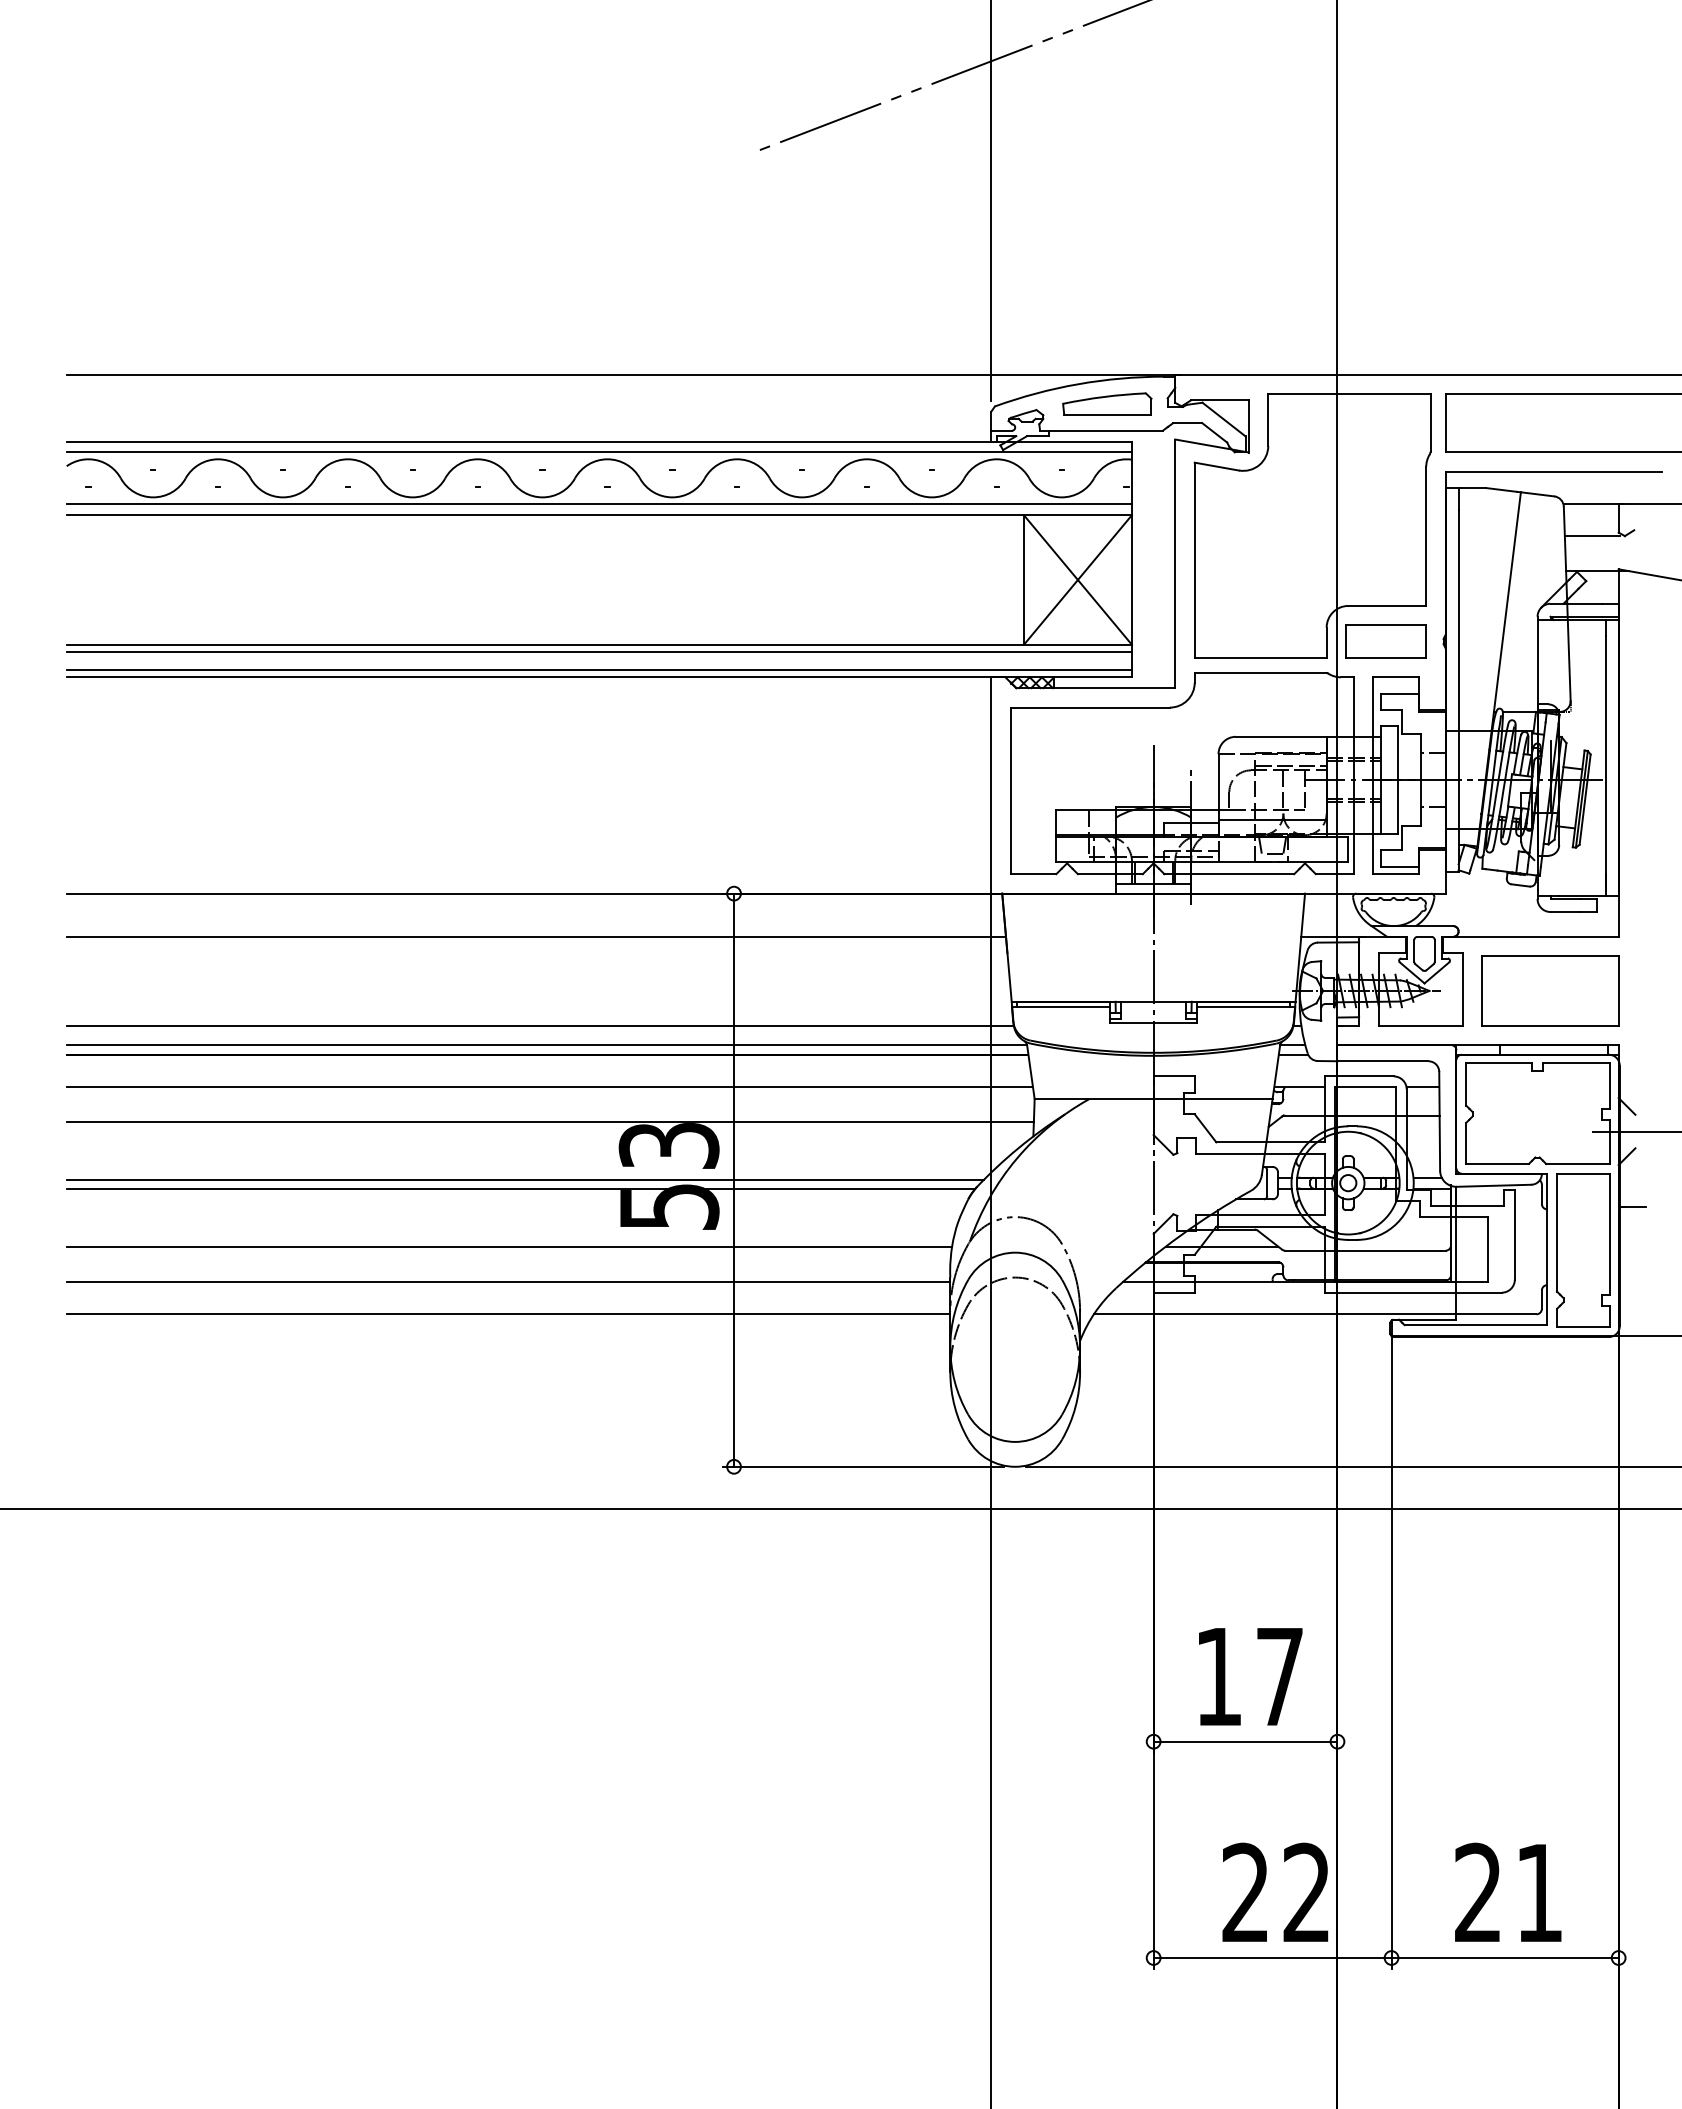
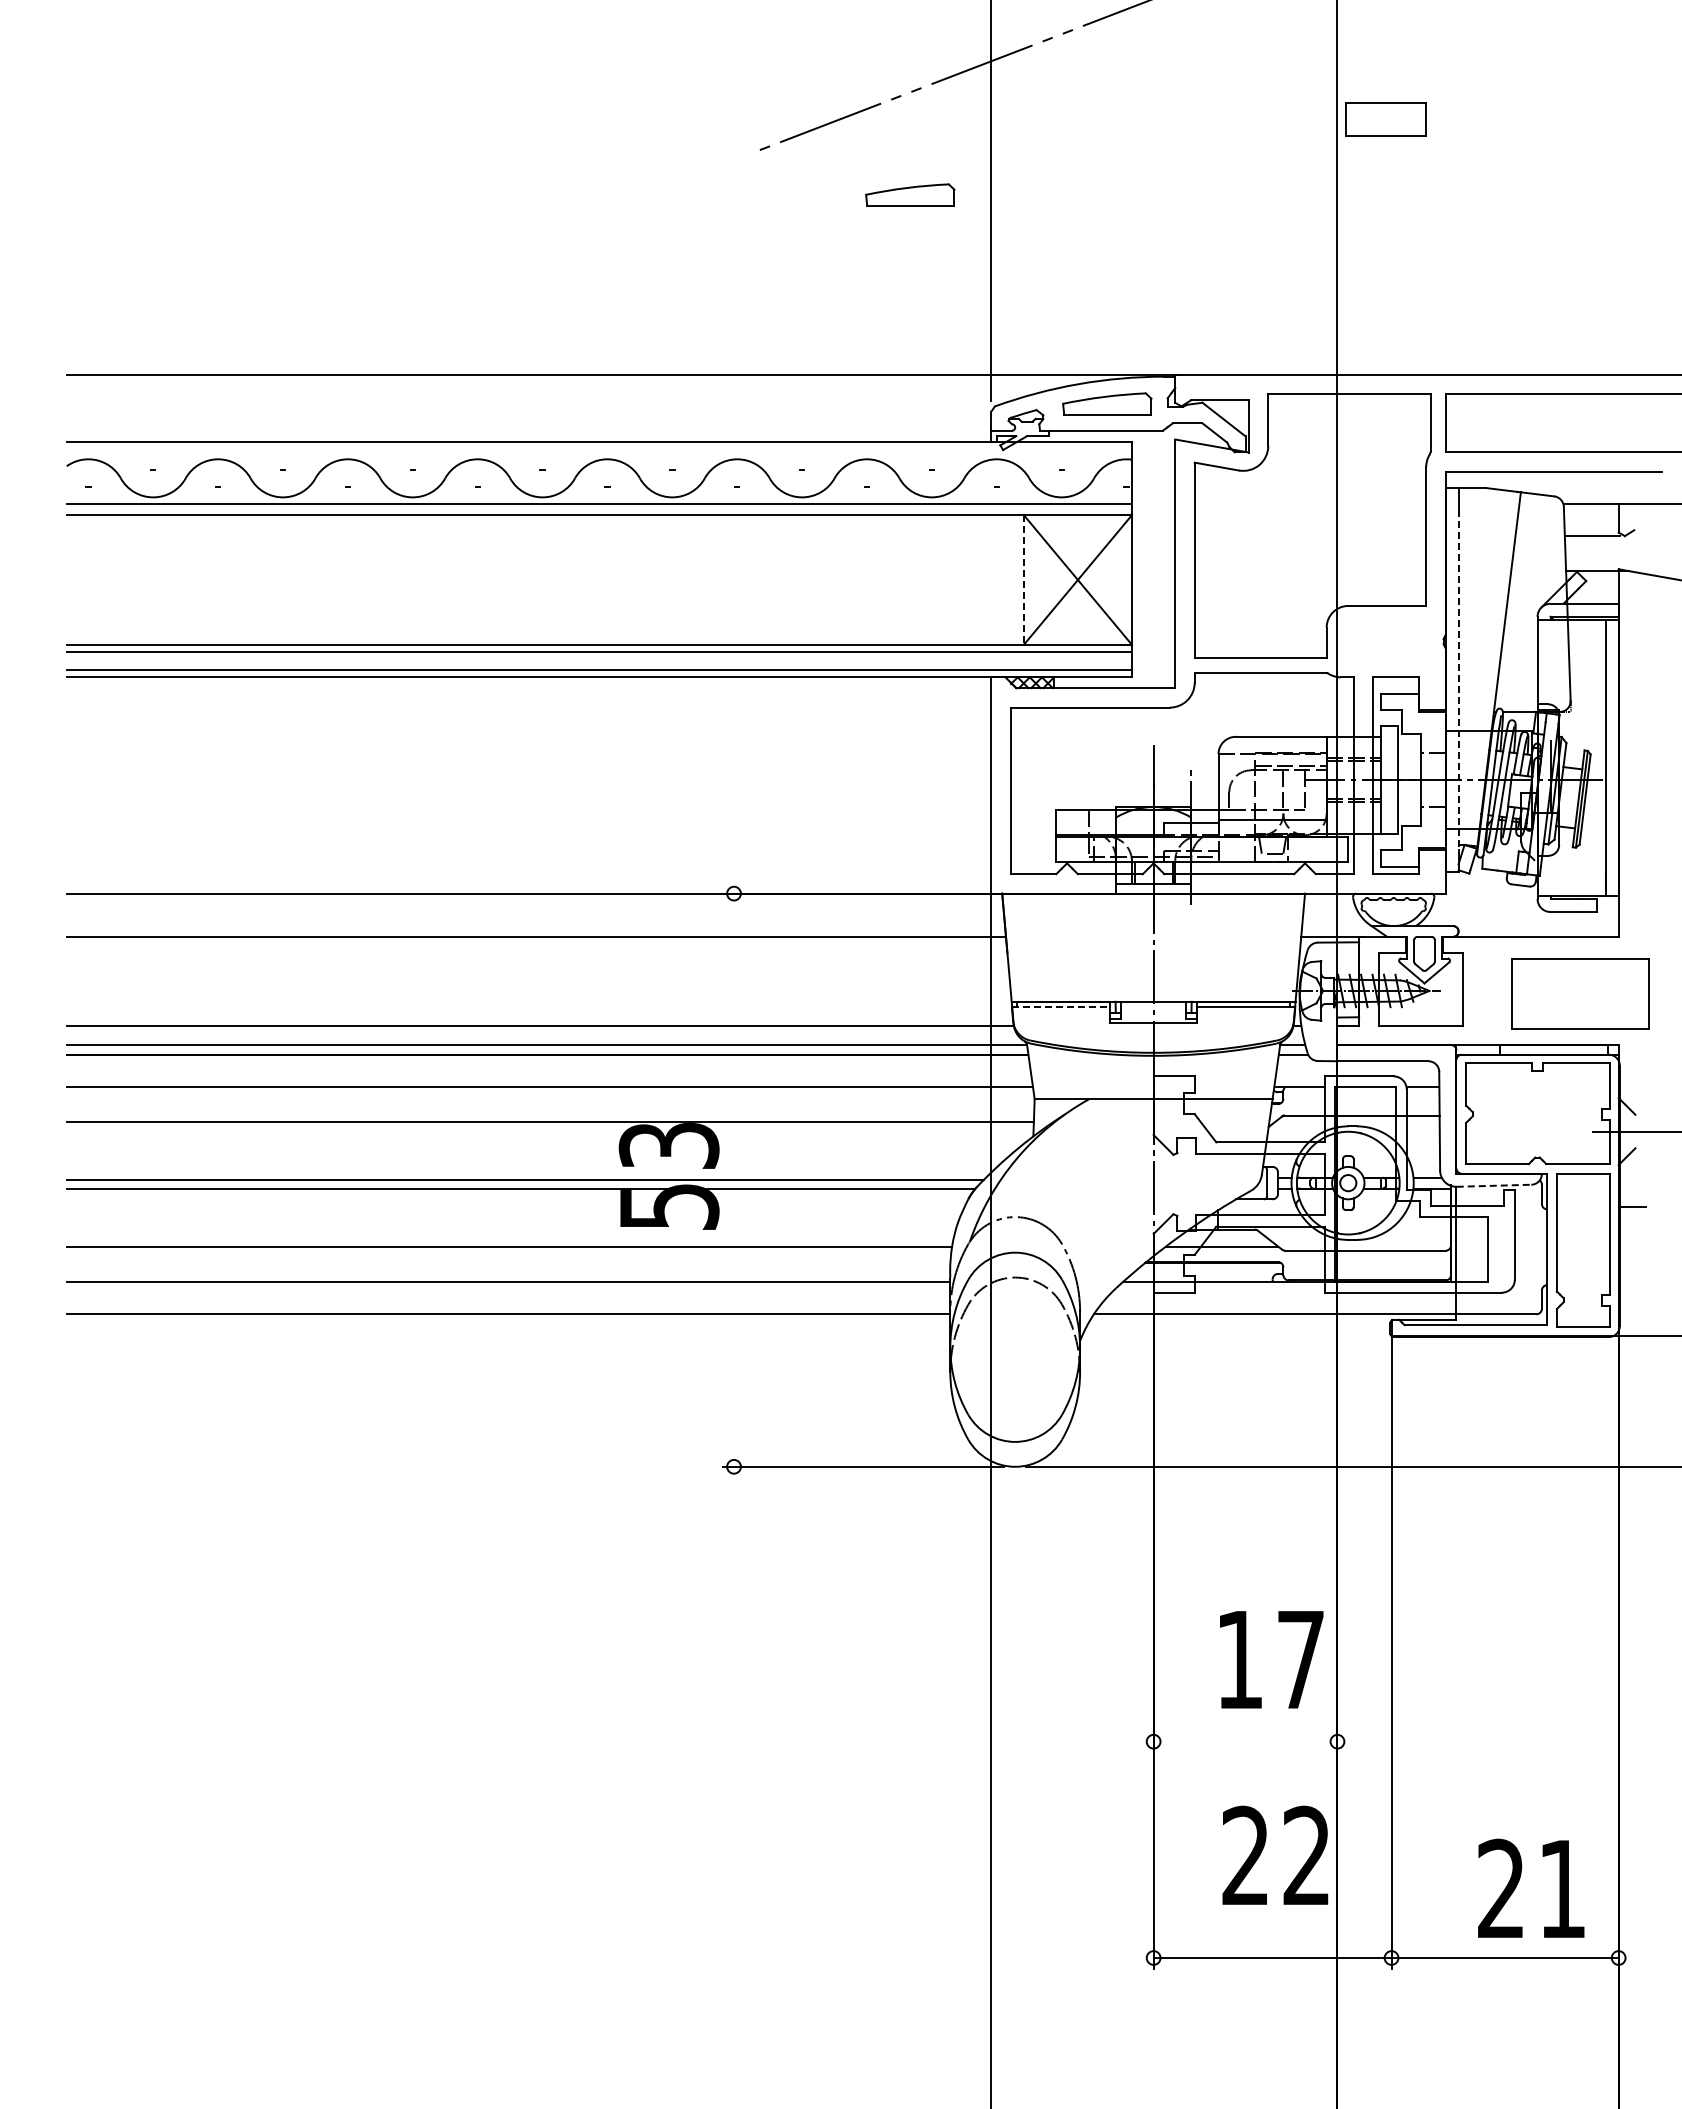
part at (910, 194): none -> present
line at (599, 452): present -> none
line at (1023, 580): solid -> dashed
part at (1385, 641) position: (1385, 641) -> (1385, 119)
line at (1458, 680): solid -> dashed
part at (1550, 990) position: (1550, 990) -> (1580, 993)
line at (1061, 1007): solid -> dashed
line at (734, 1179): present -> none
line at (1494, 1185): solid -> dashed
line at (840, 1508): present -> none
text at (1250, 1676) position: (1250, 1676) -> (1271, 1659)
line at (1245, 1741): present -> none
text at (1275, 1891) position: (1275, 1891) -> (1275, 1854)
text at (1508, 1891) position: (1508, 1891) -> (1531, 1887)
